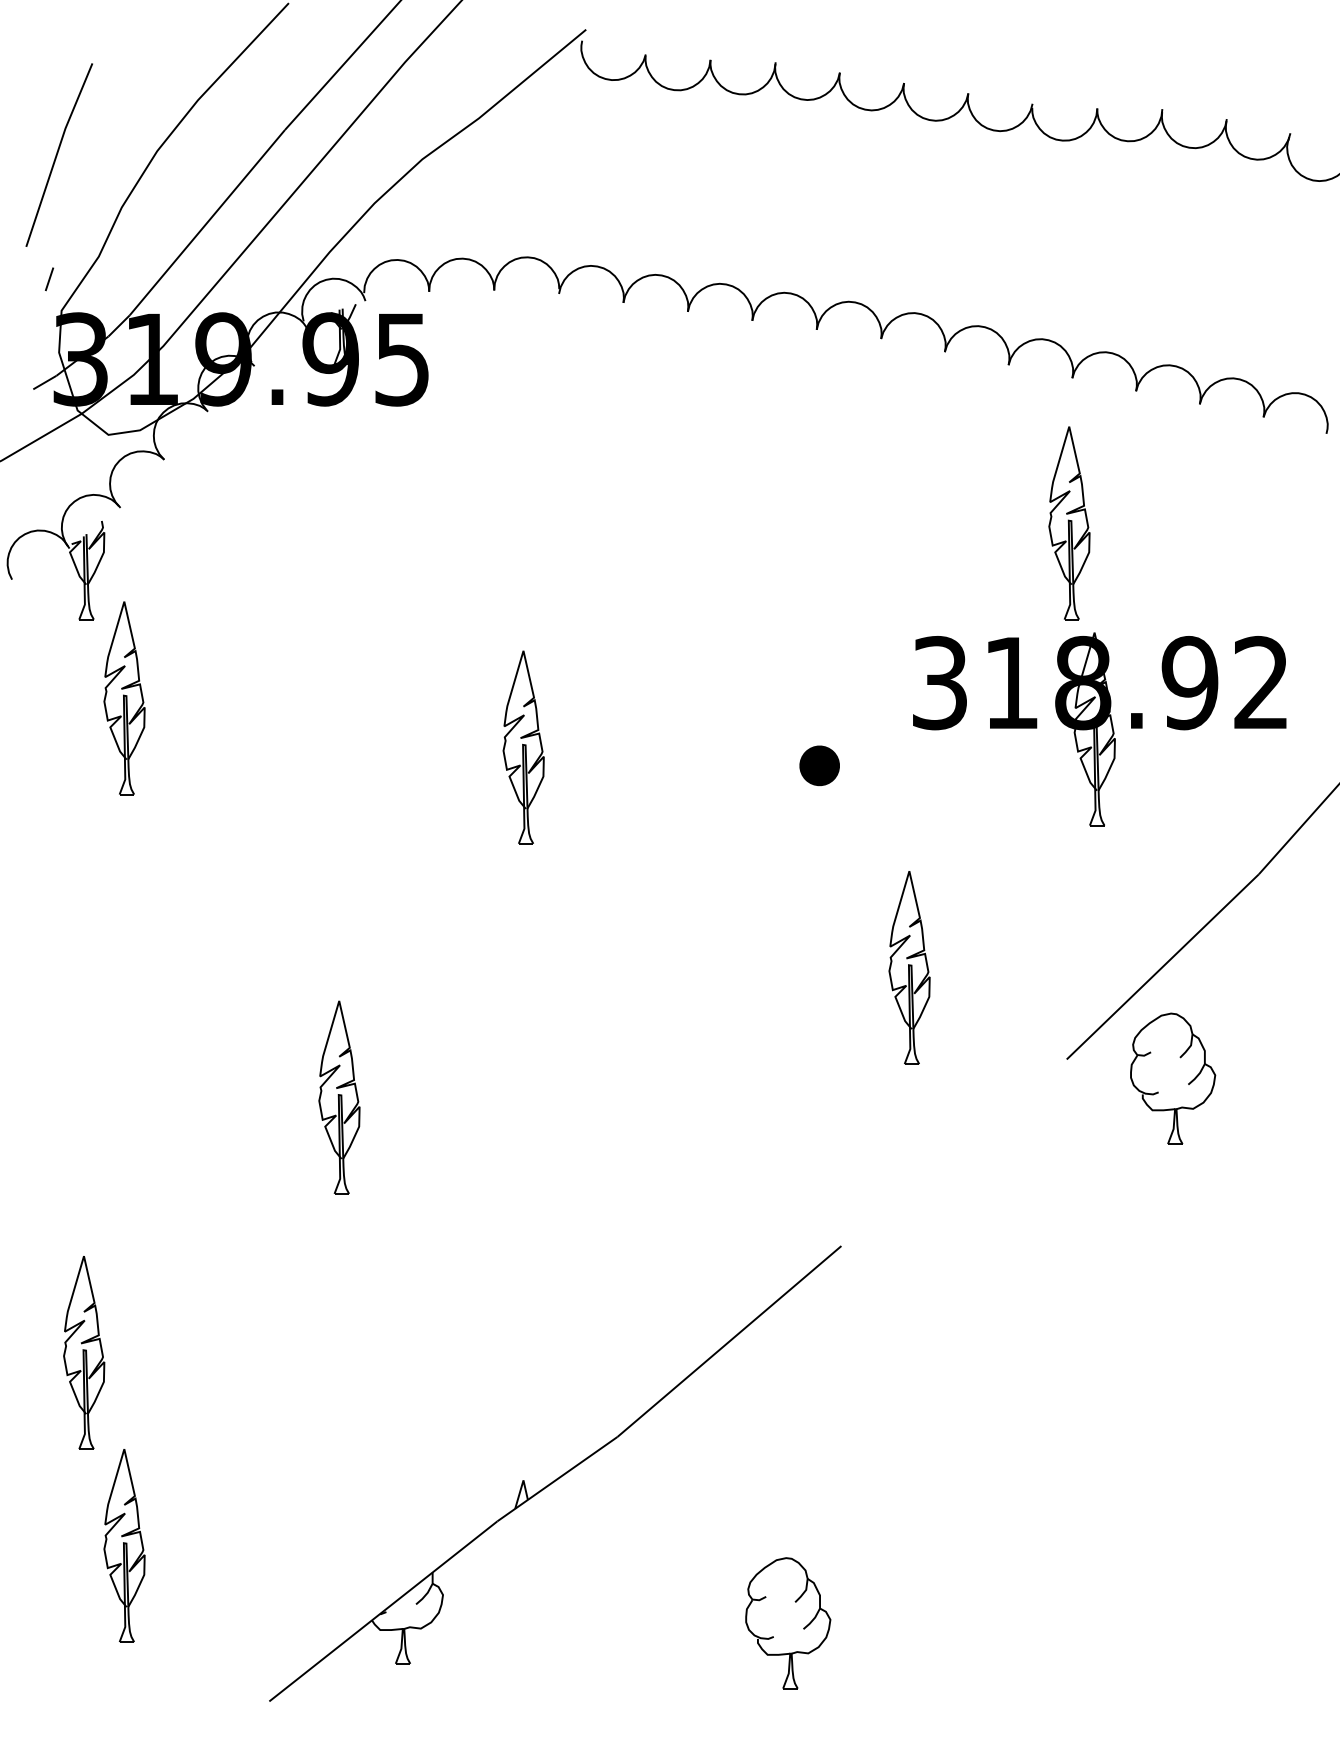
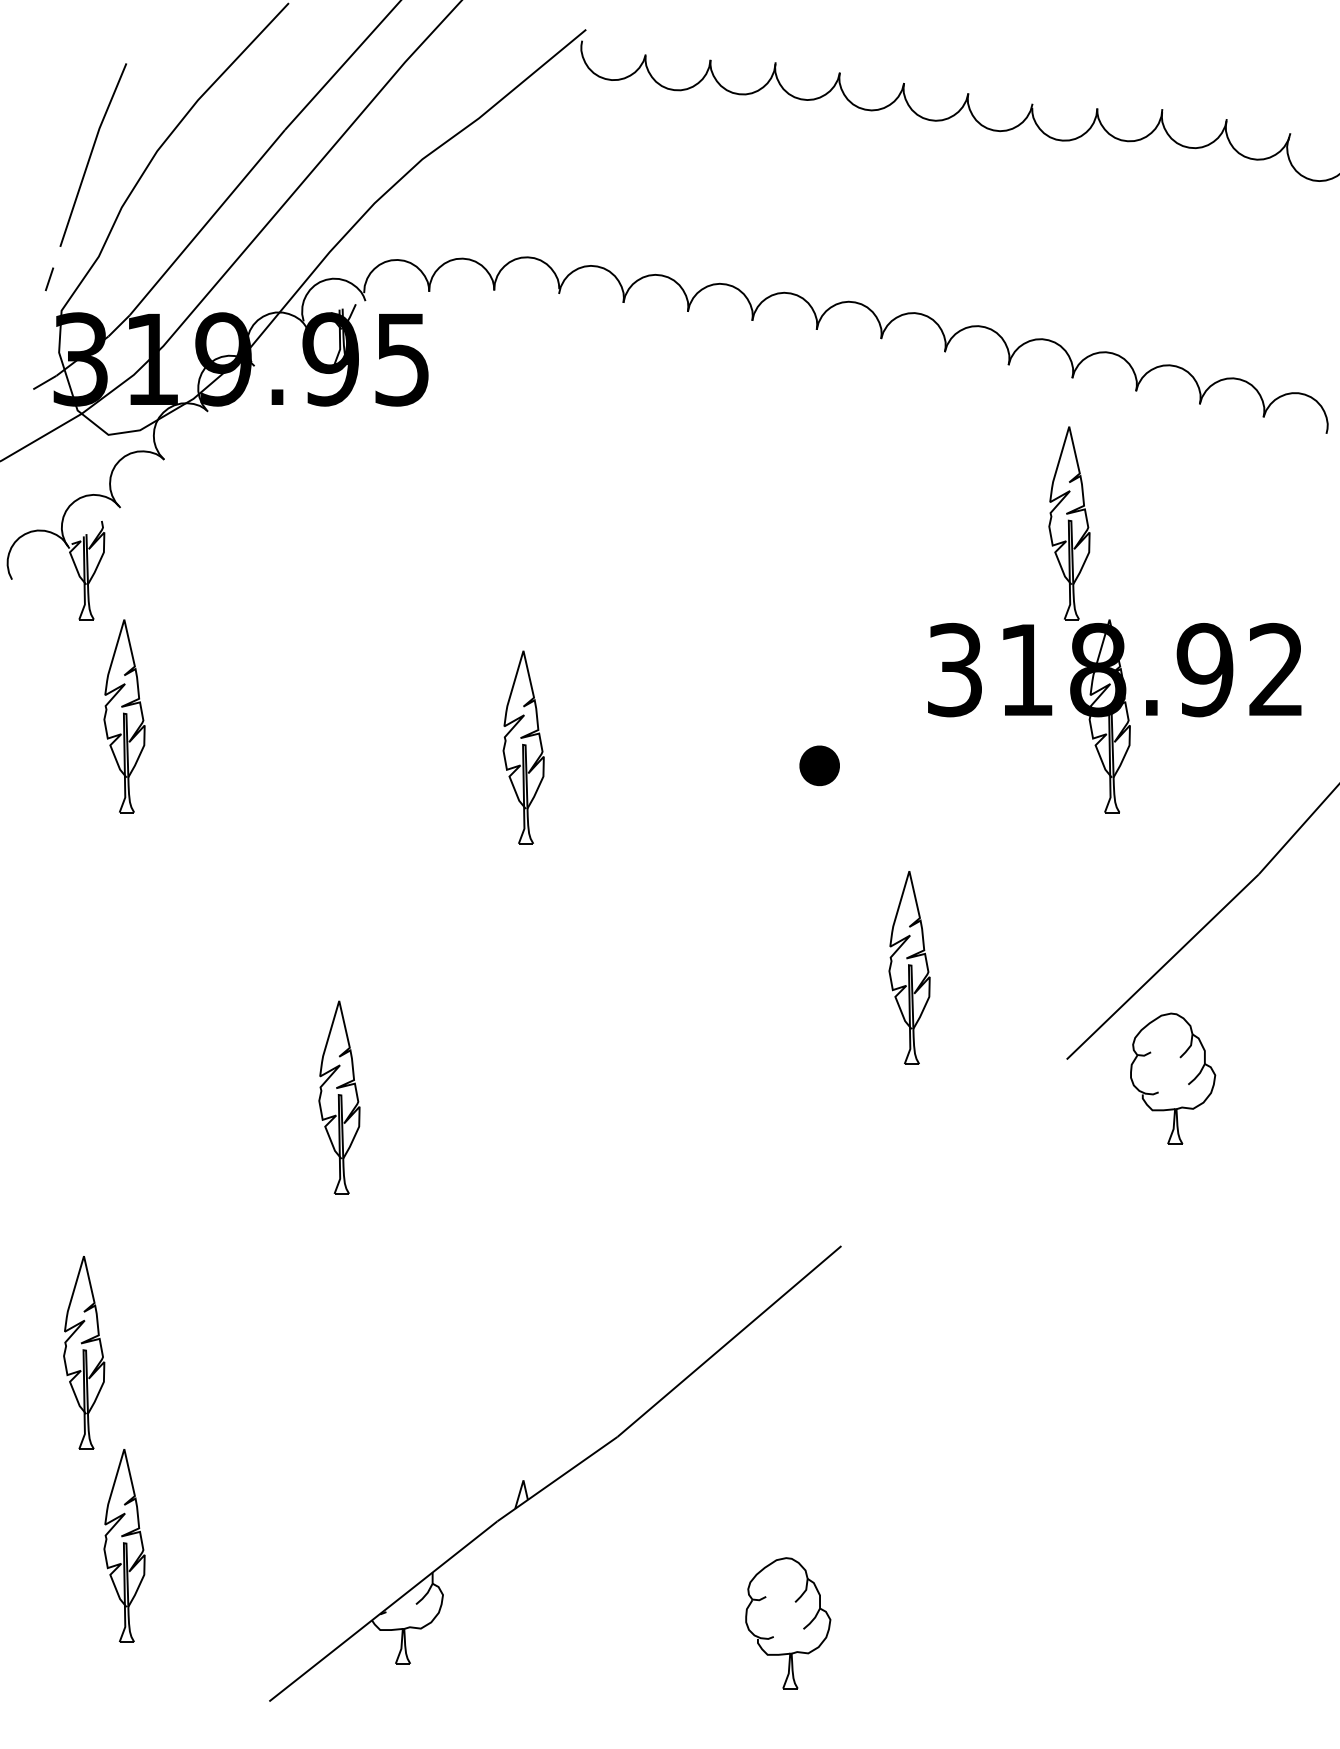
line at (58, 153) position: (58, 153) -> (92, 153)
part at (124, 698) position: (124, 698) -> (124, 716)
part at (1099, 729) position: (1099, 729) -> (1114, 716)
